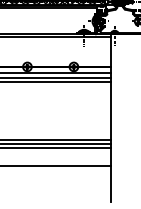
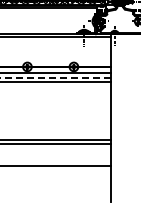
line at (55, 77): solid -> dashed
line at (56, 147): present -> none
